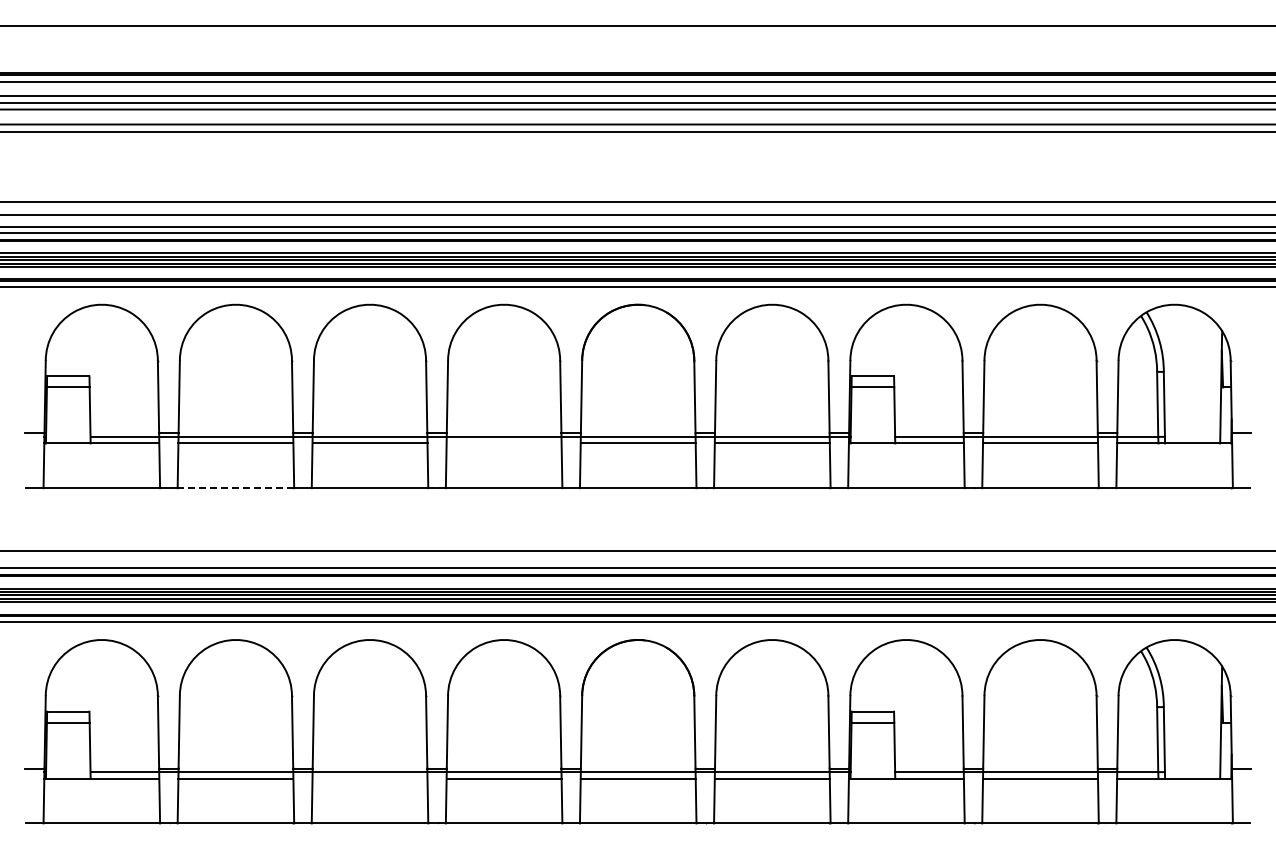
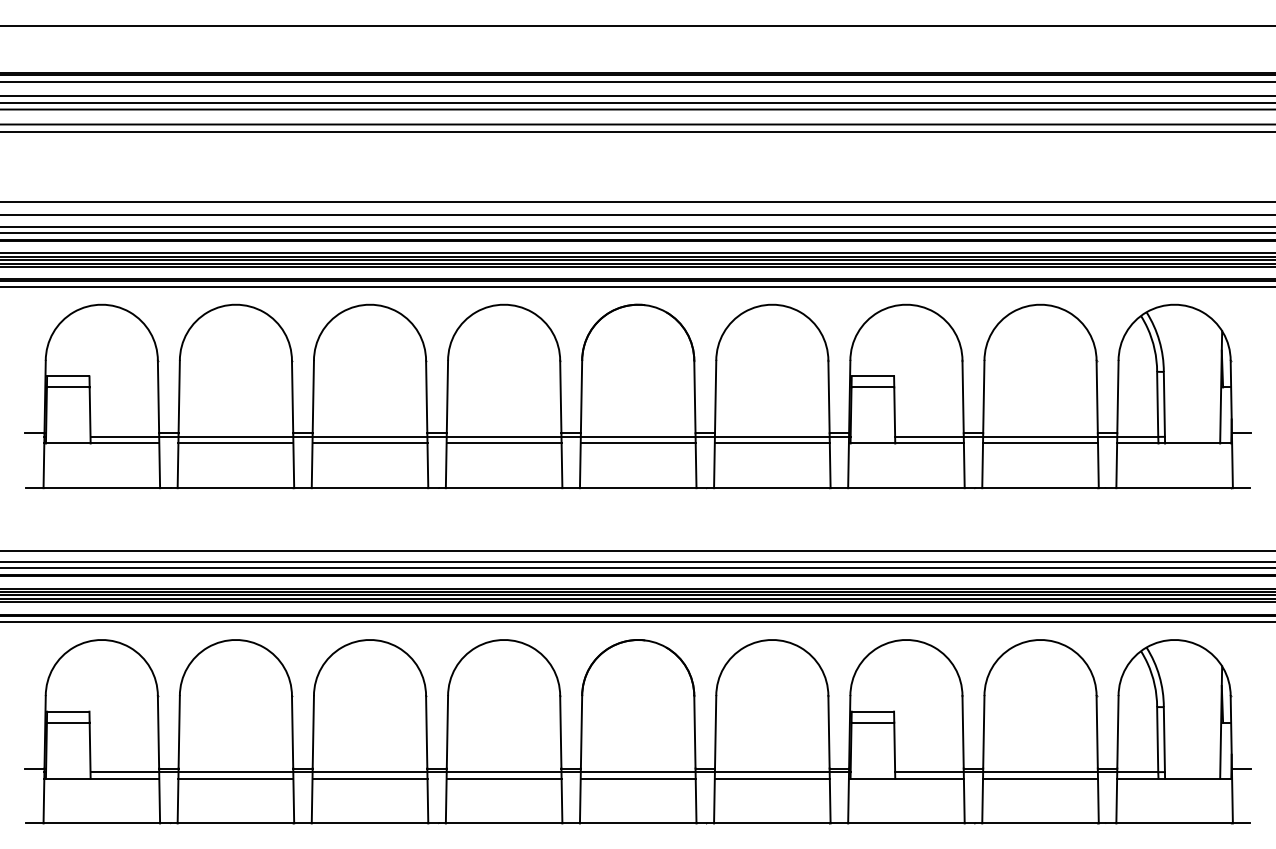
line at (503, 443): none -> present
line at (235, 488): dashed -> solid
line at (637, 561): none -> present
line at (369, 778): none -> present
